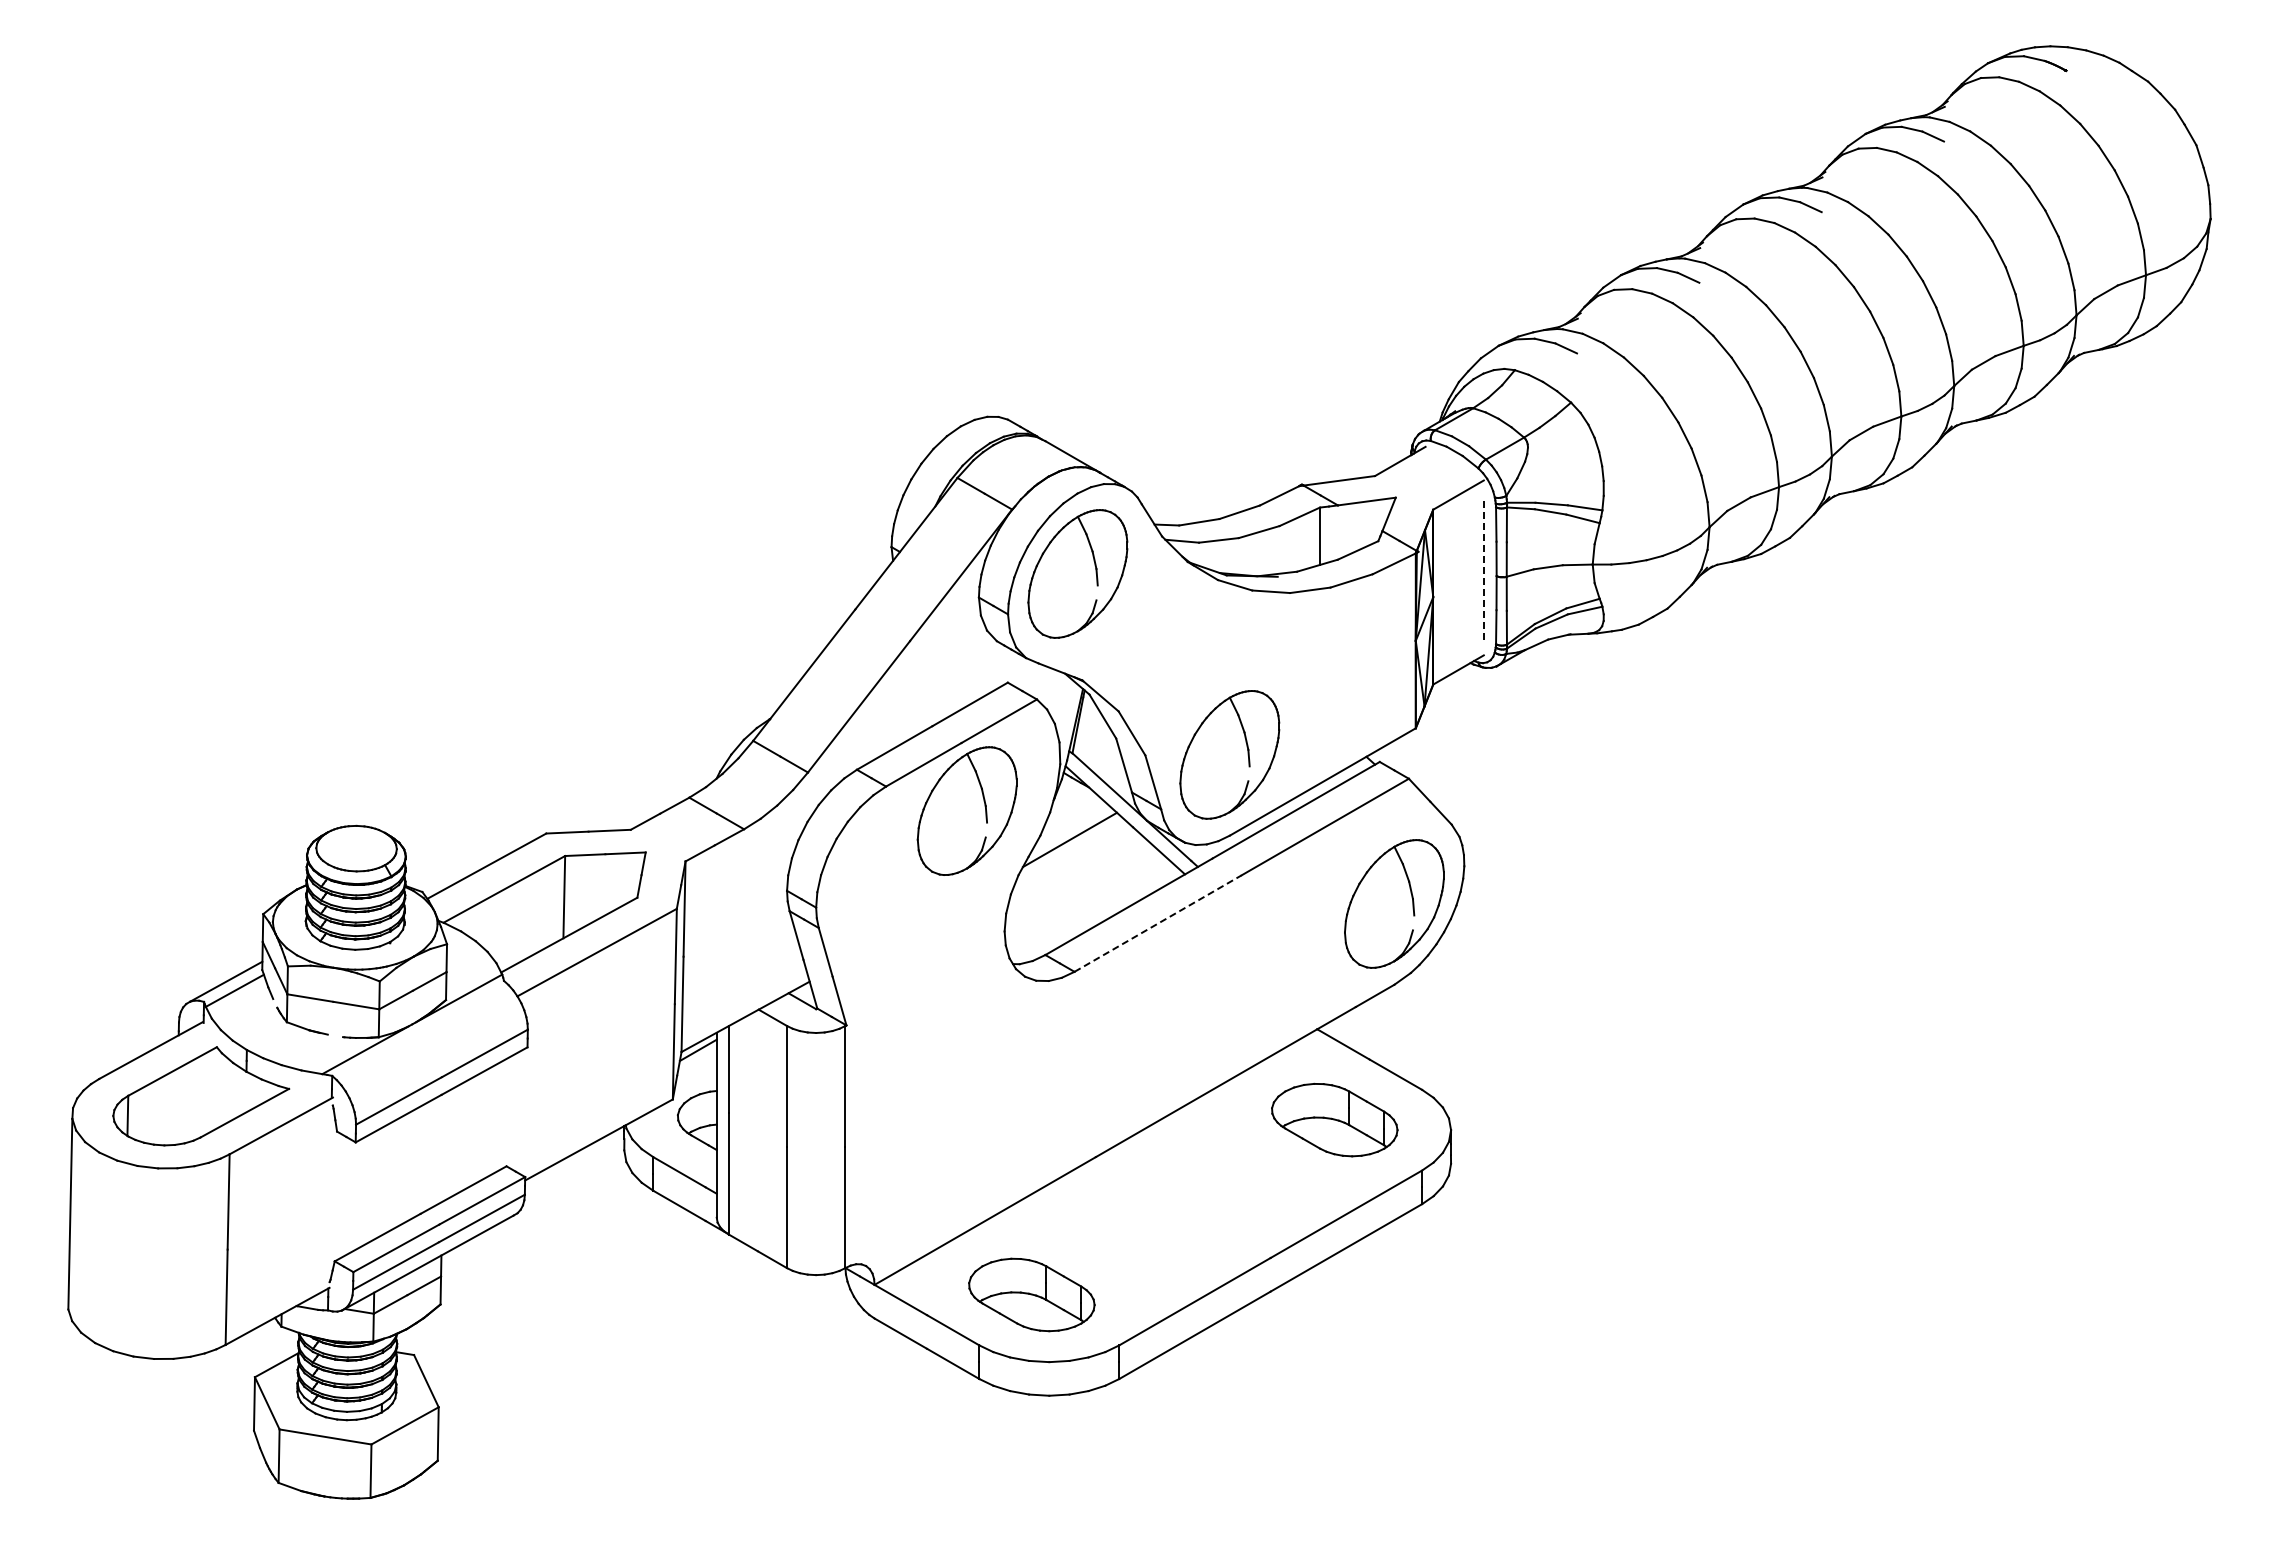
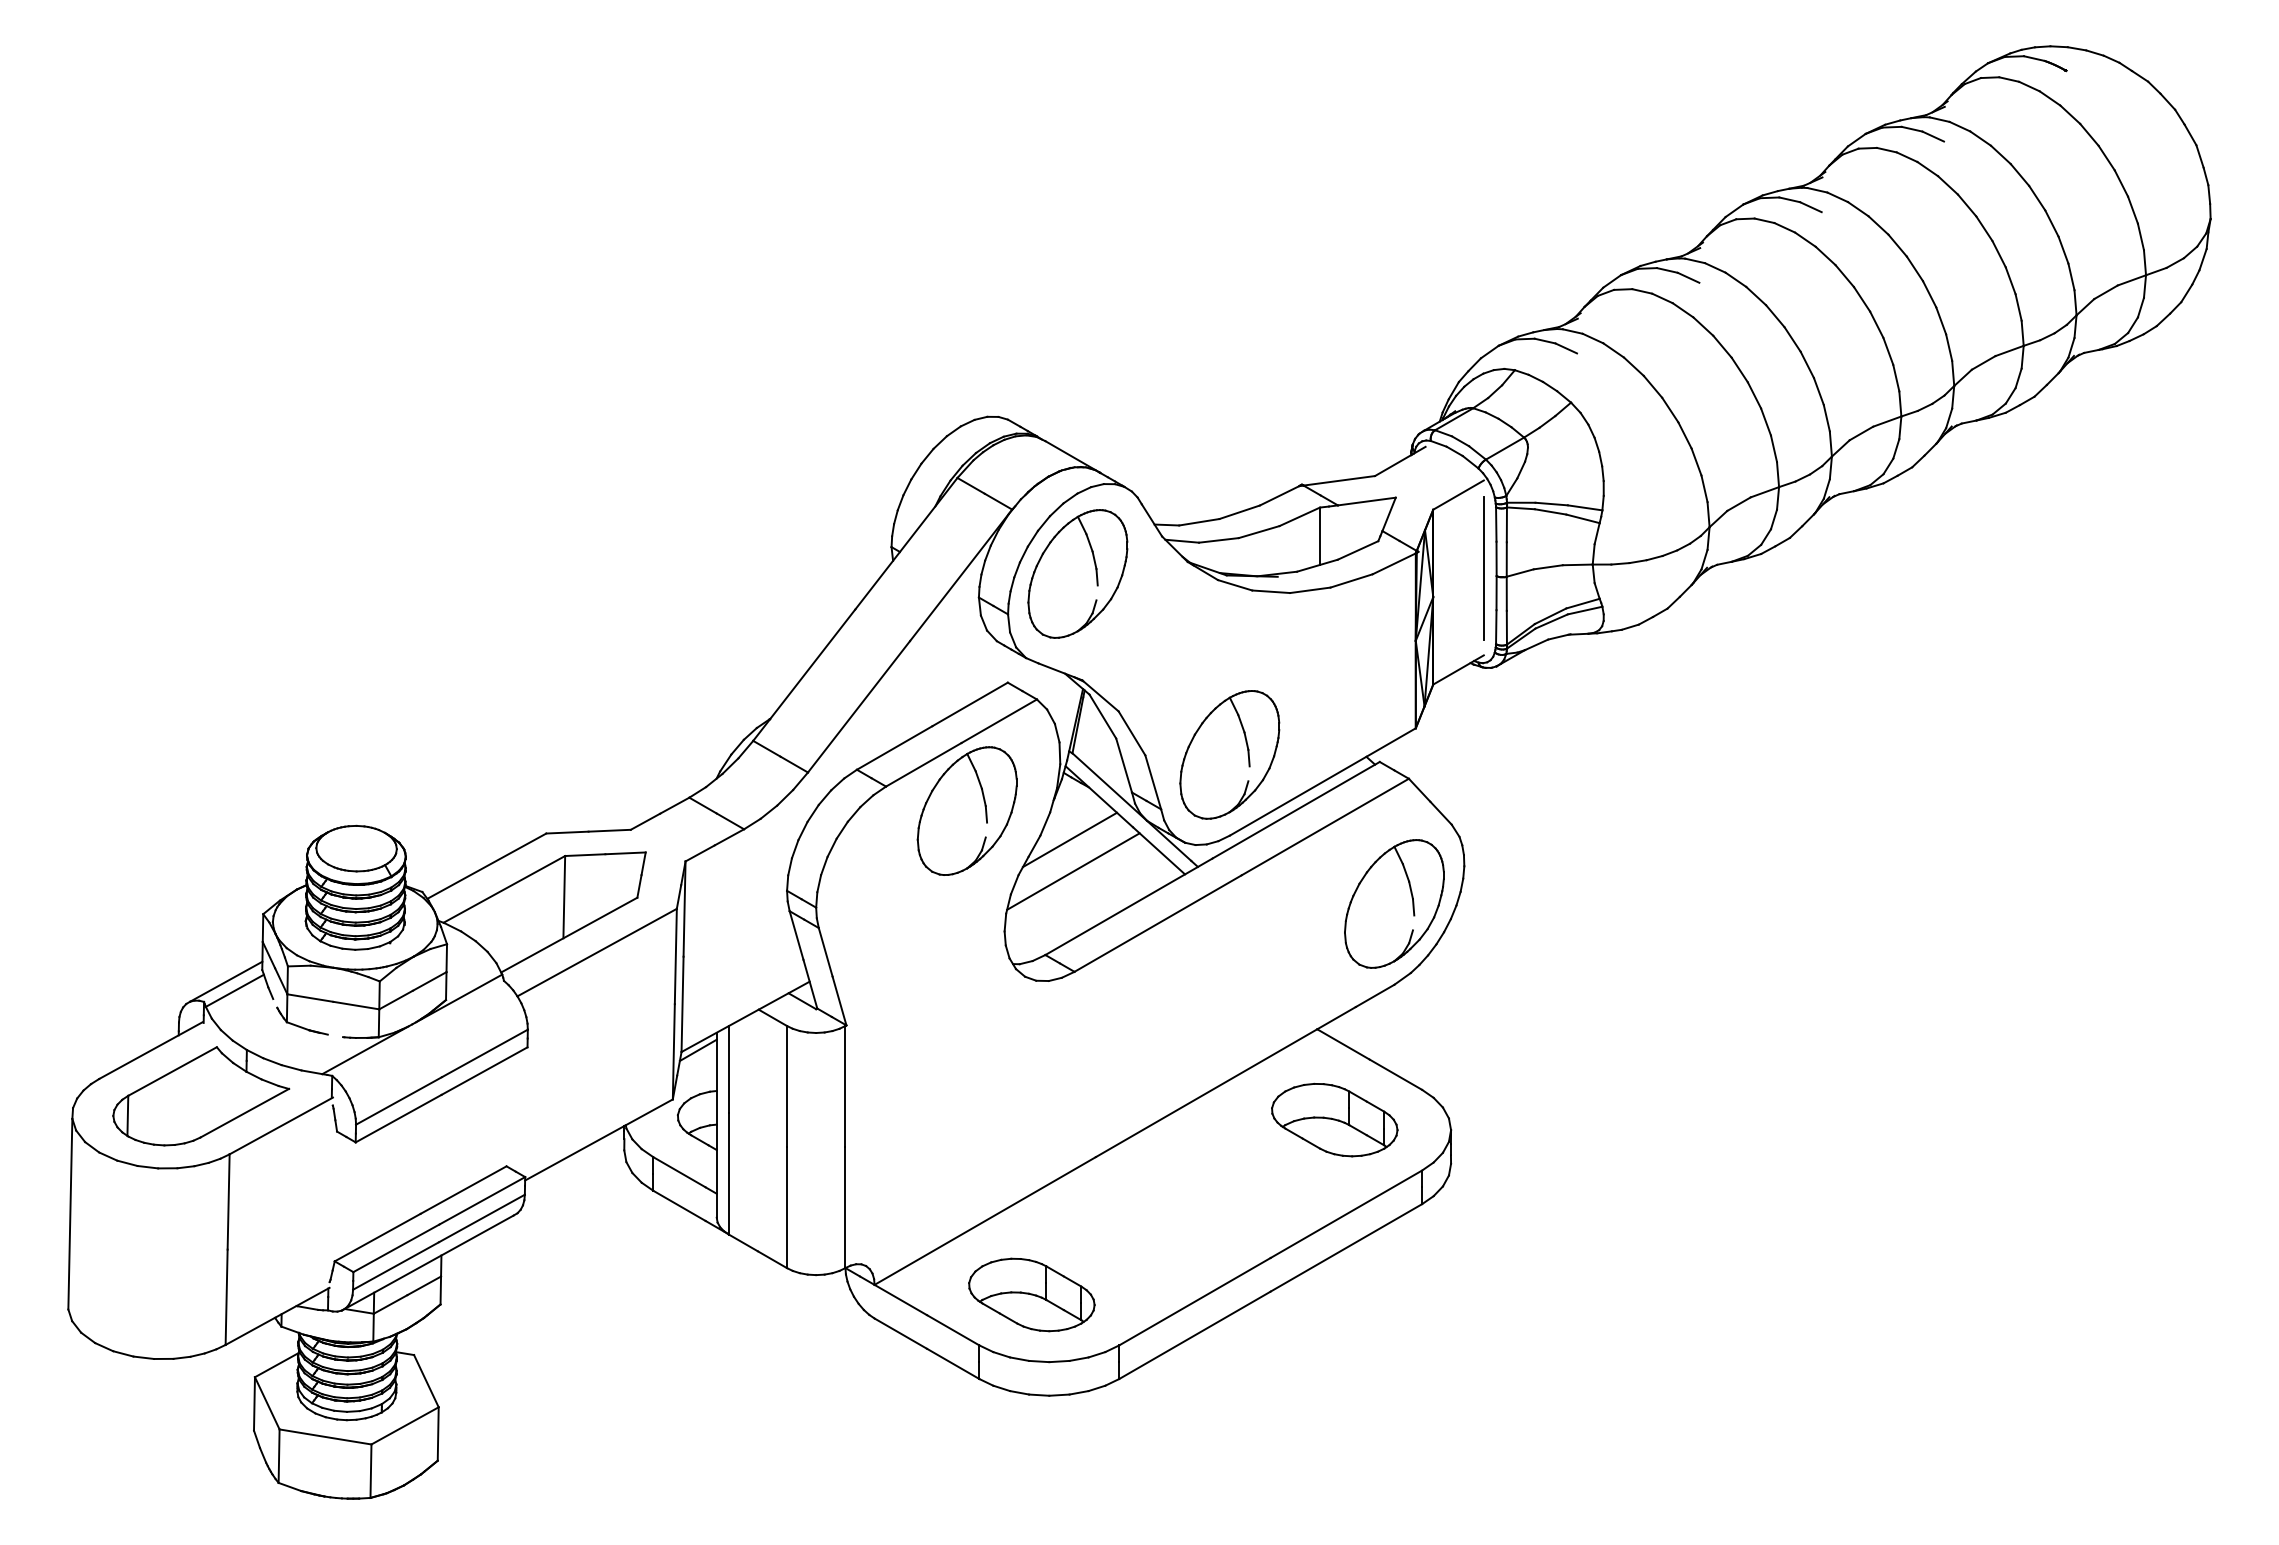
line at (1483, 568): dashed -> solid
line at (1073, 871): none -> present
line at (1158, 923): dashed -> solid
